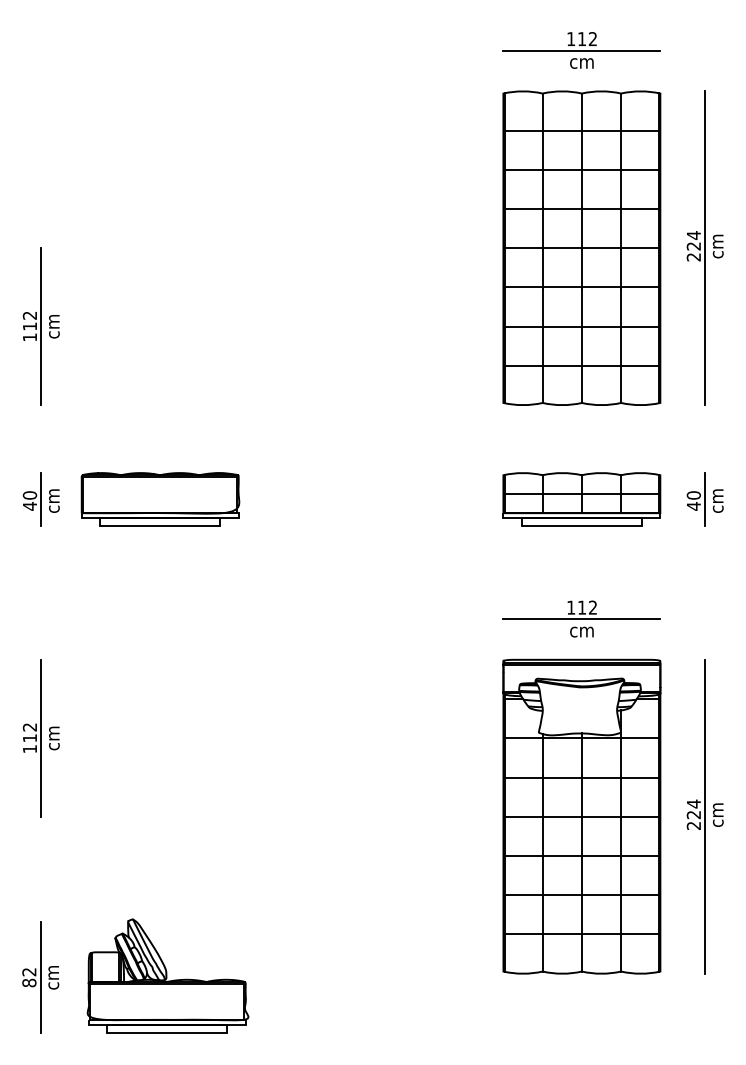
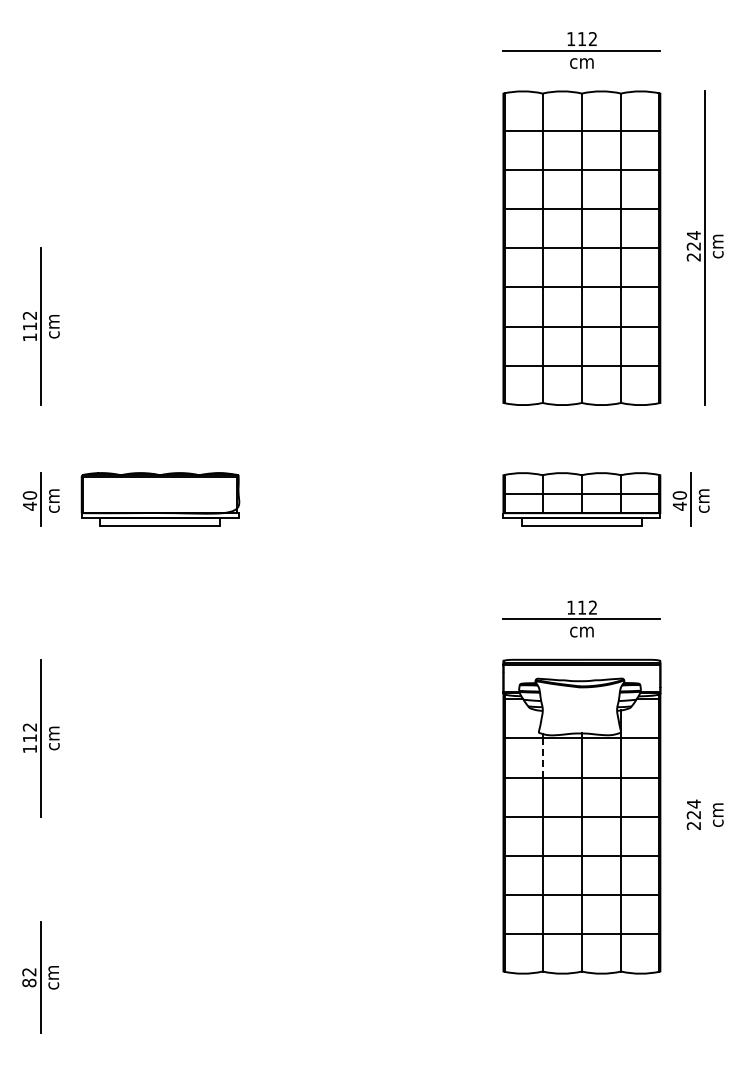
part at (704, 499) position: (704, 499) -> (690, 499)
line at (542, 758): solid -> dashed
line at (705, 816): present -> none
part at (167, 975): present -> none
